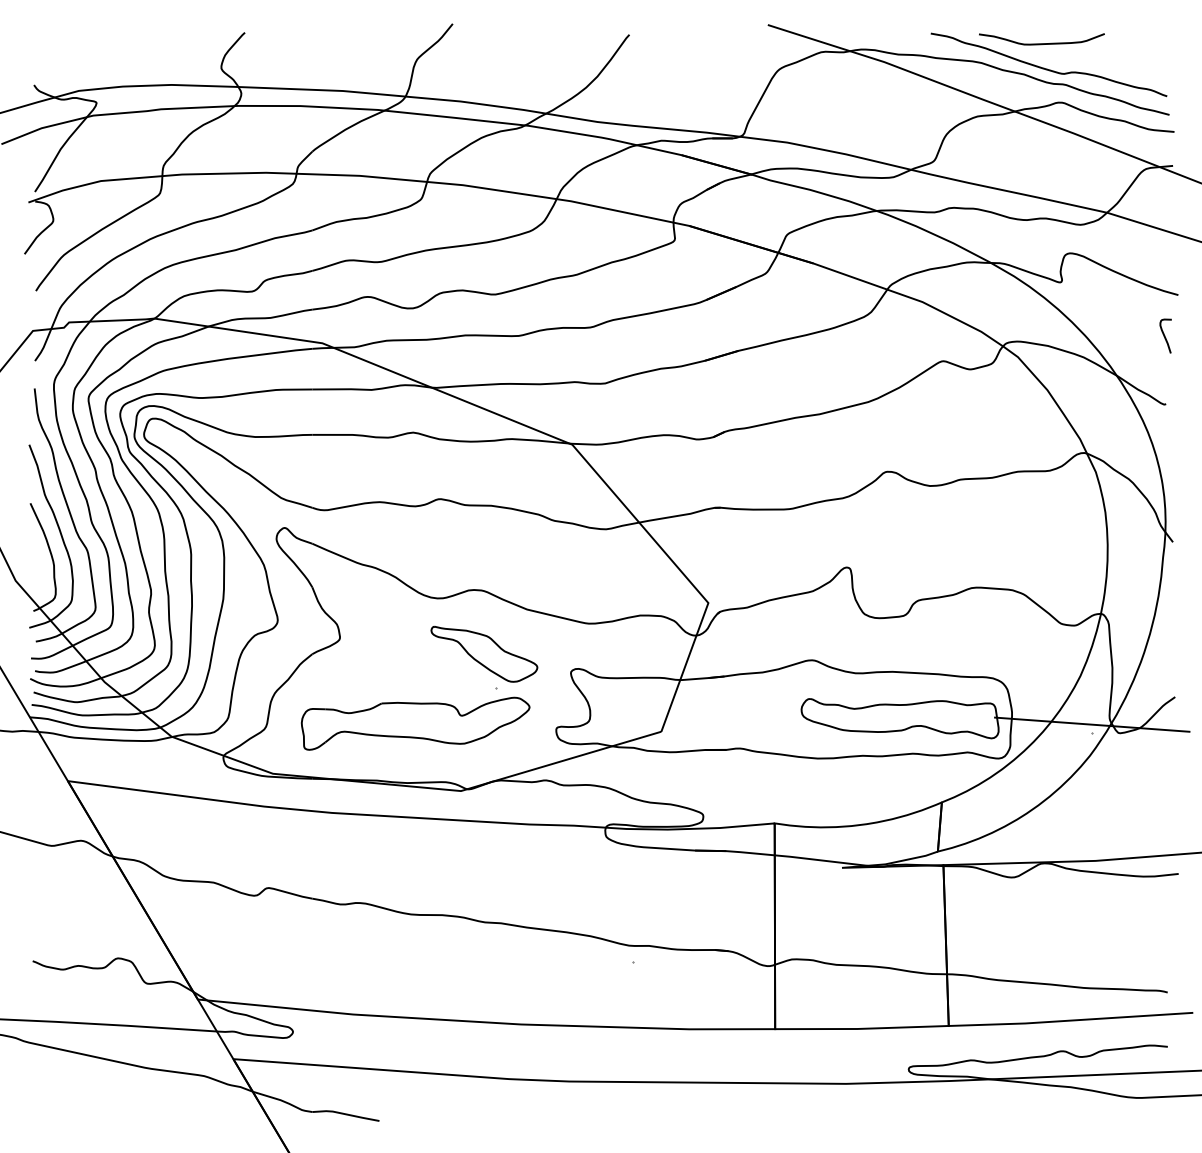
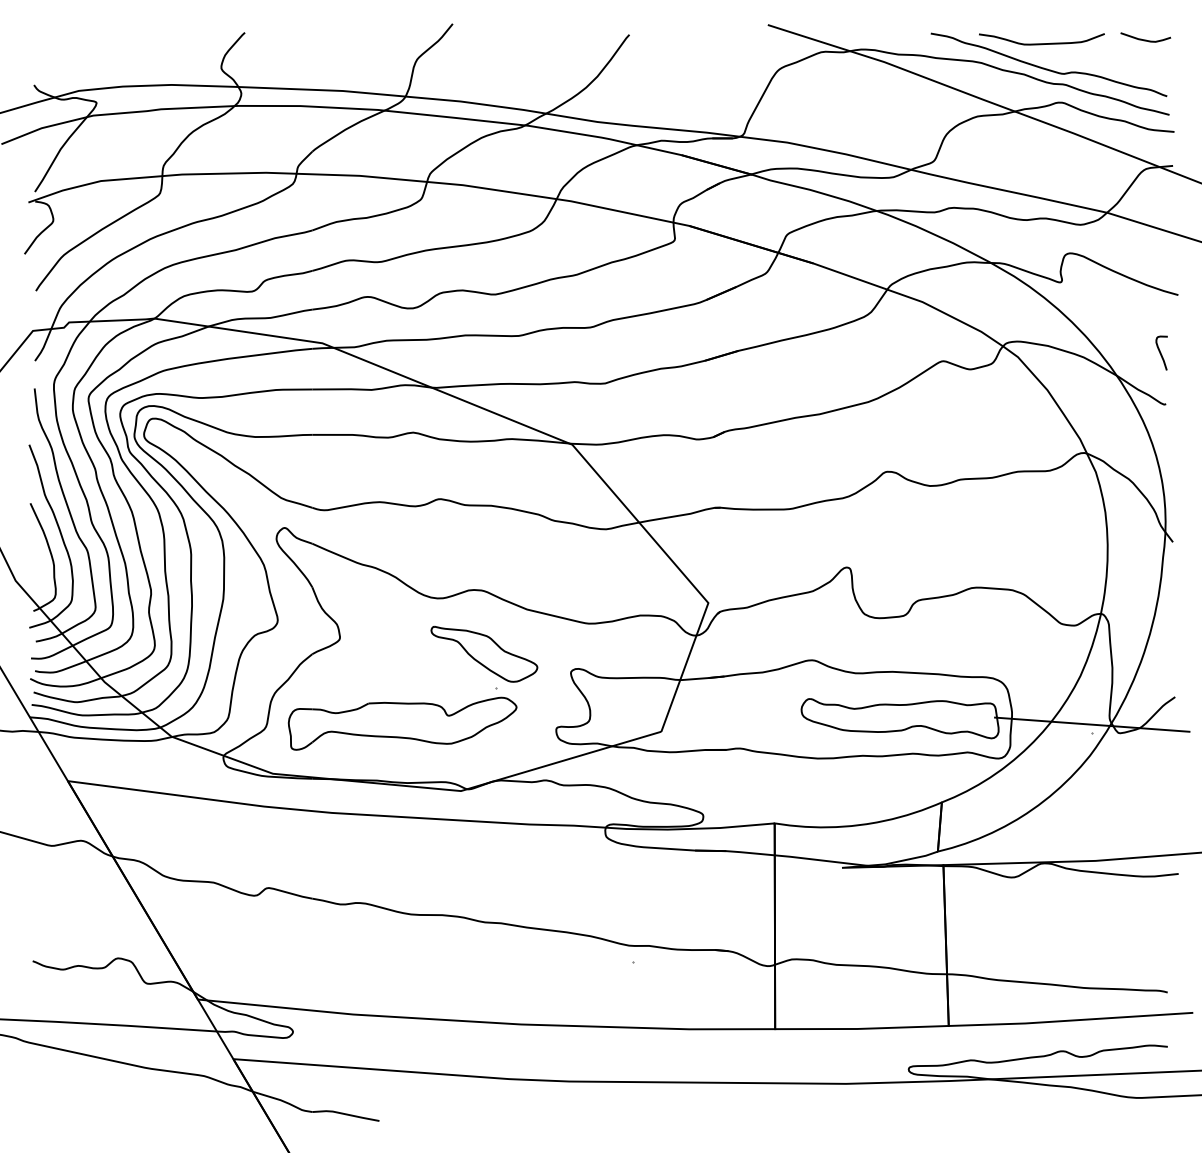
curve at (1145, 39): none -> present
curve at (1165, 335) position: (1165, 335) -> (1161, 352)
part at (415, 723) position: (415, 723) -> (402, 723)
